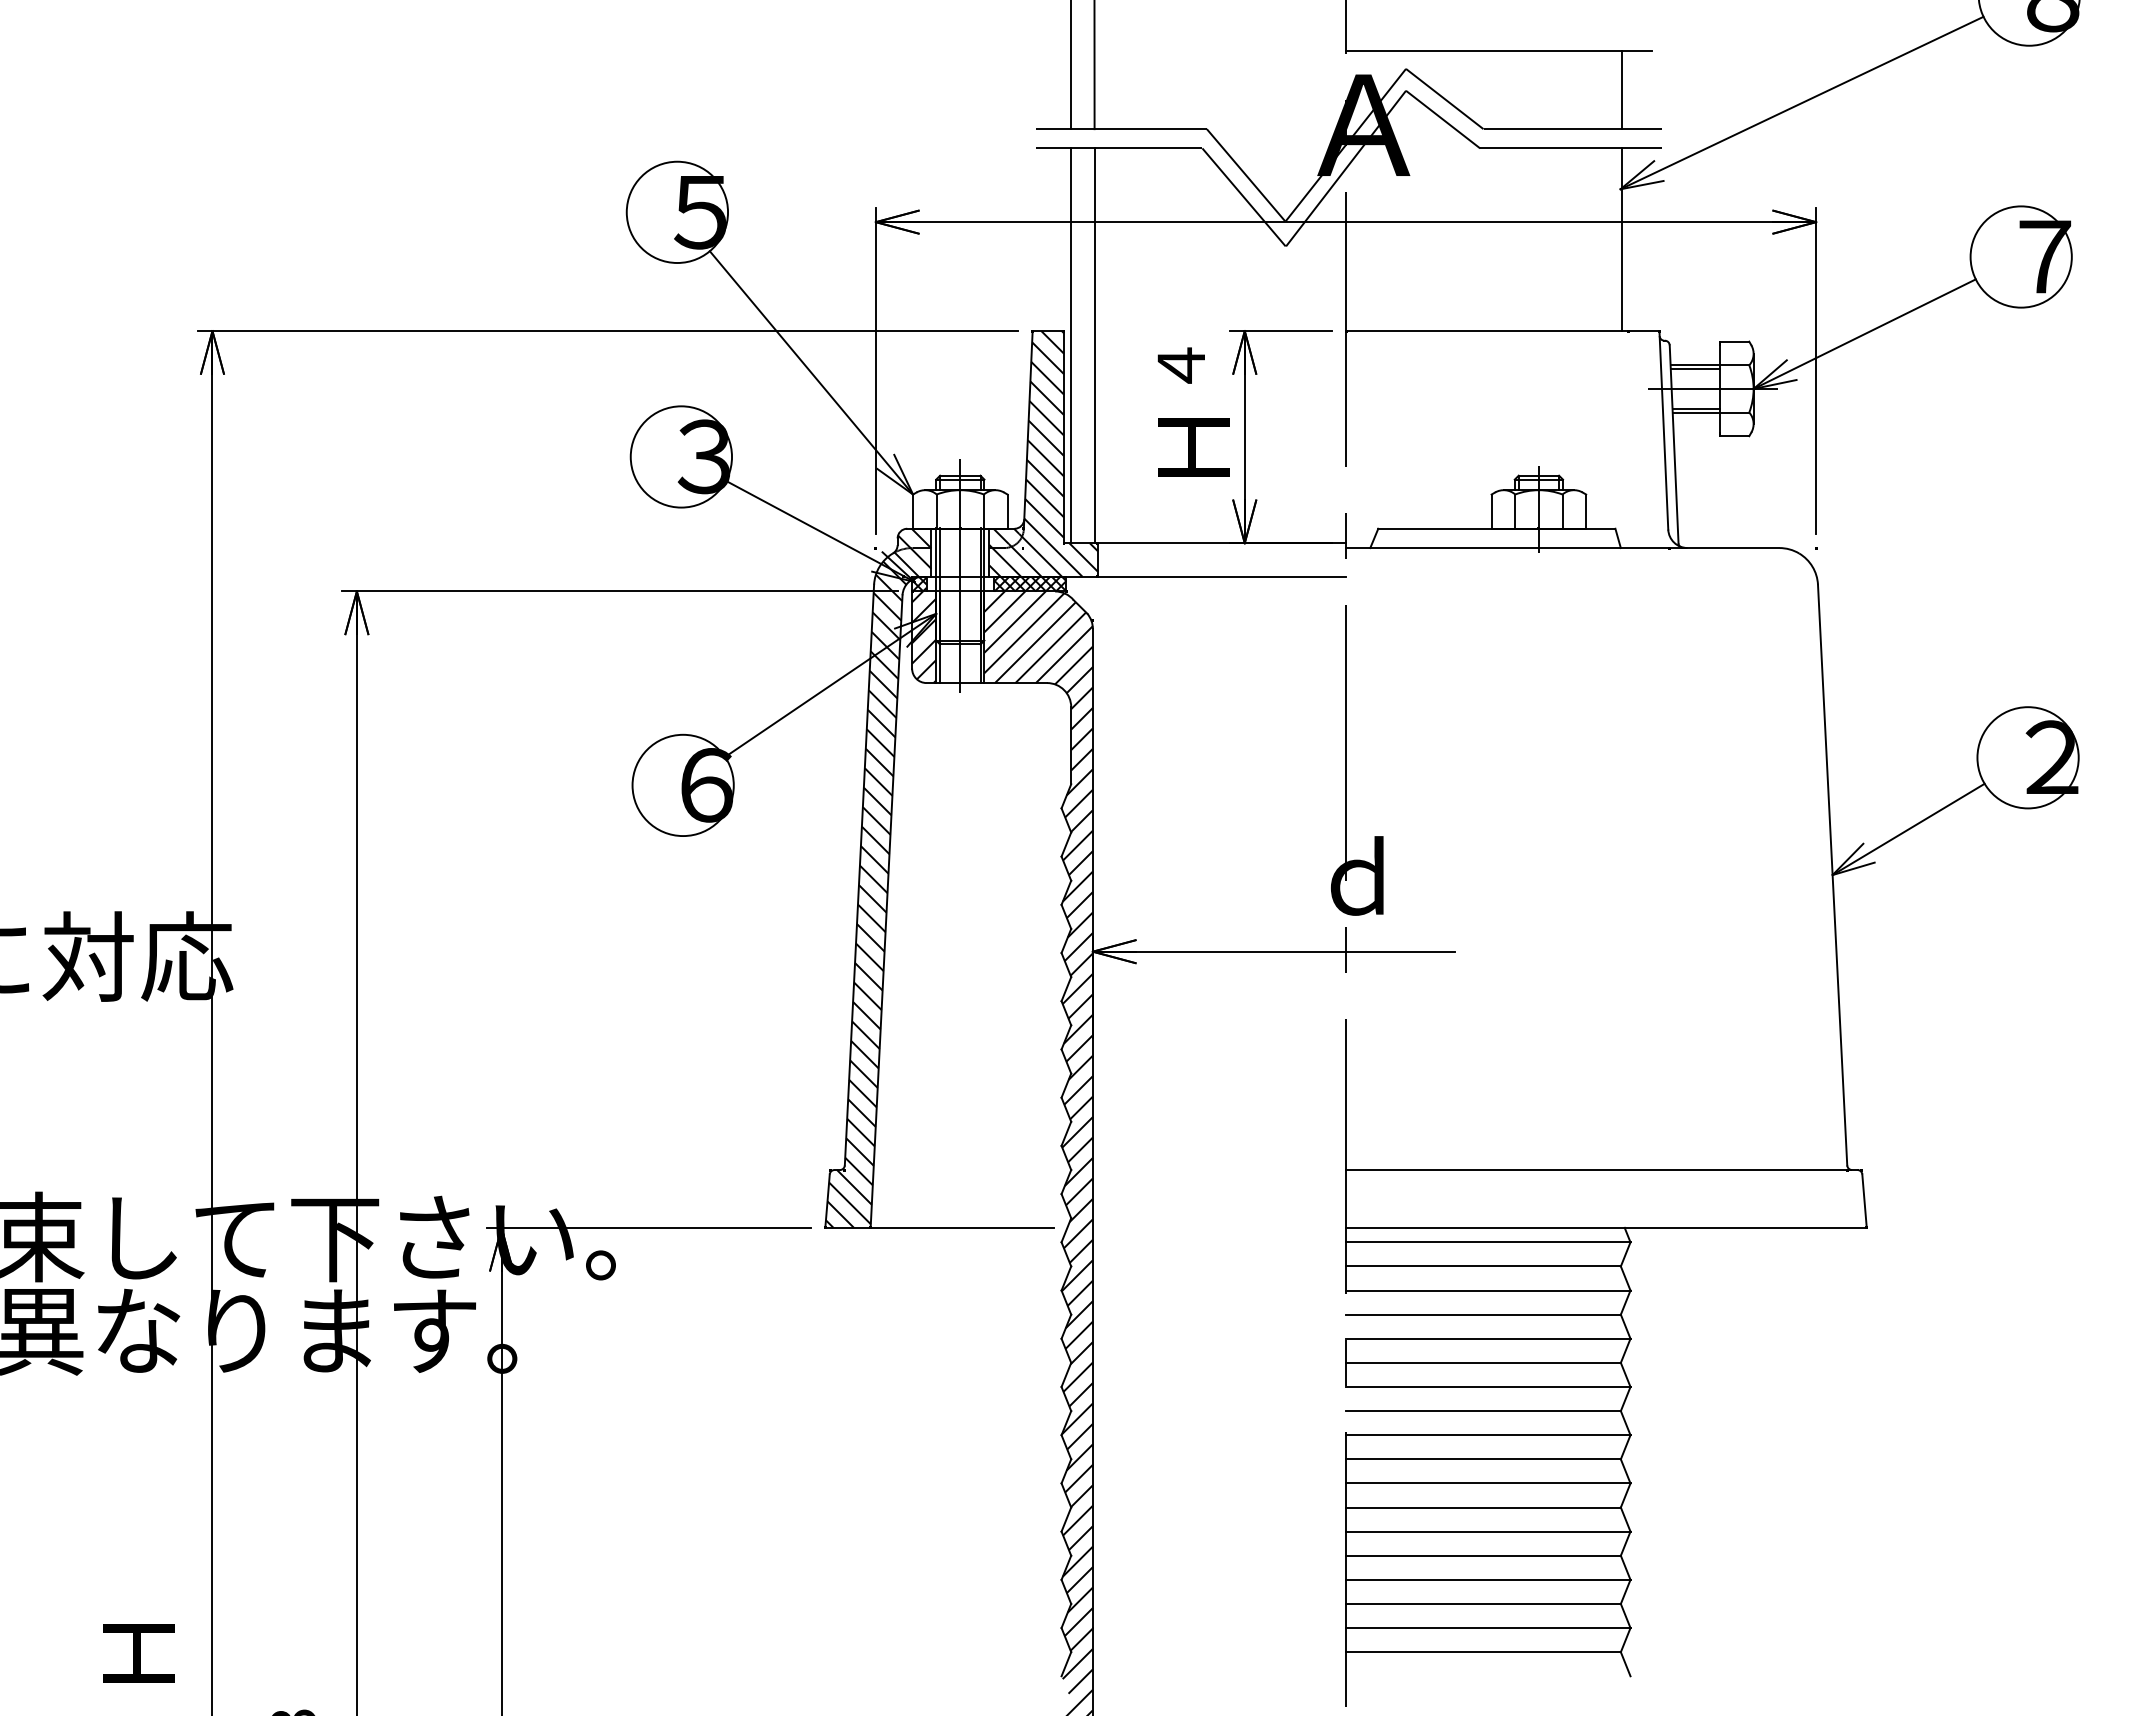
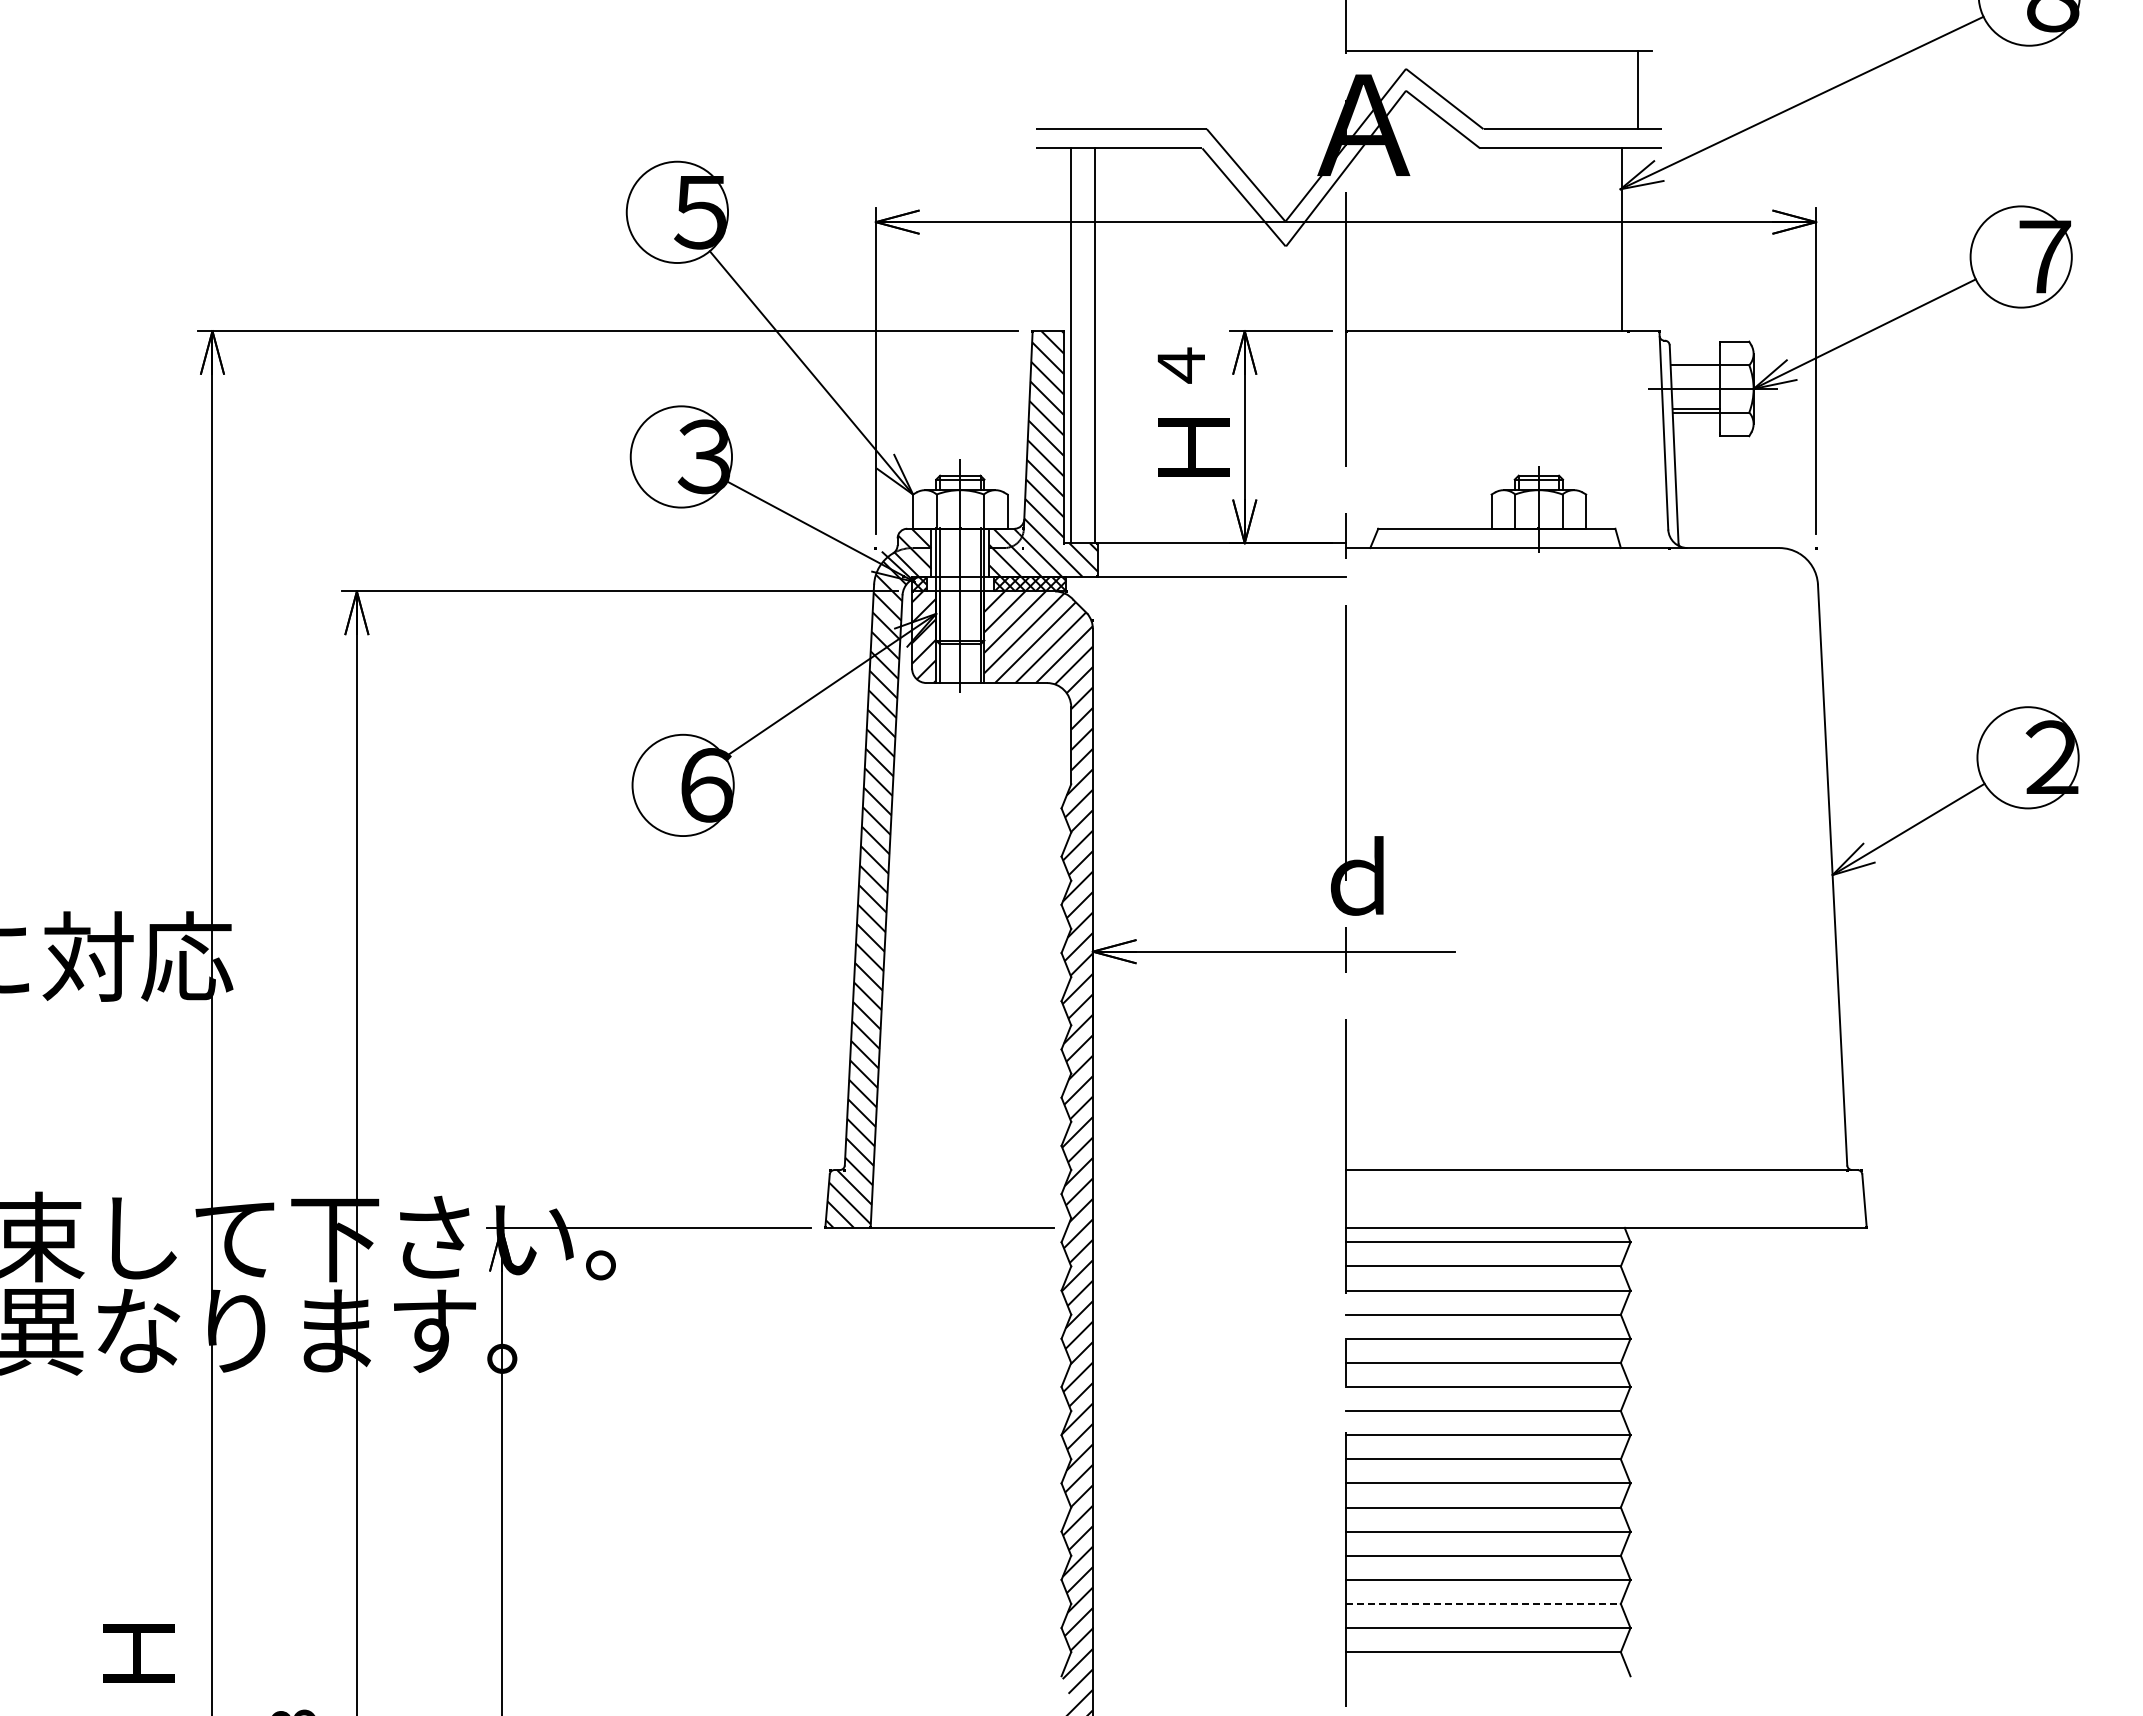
line at (1070, 65): present -> none
line at (1094, 65): present -> none
line at (1621, 90) position: (1621, 90) -> (1637, 90)
line at (1694, 368): present -> none
line at (1483, 1603): solid -> dashed
